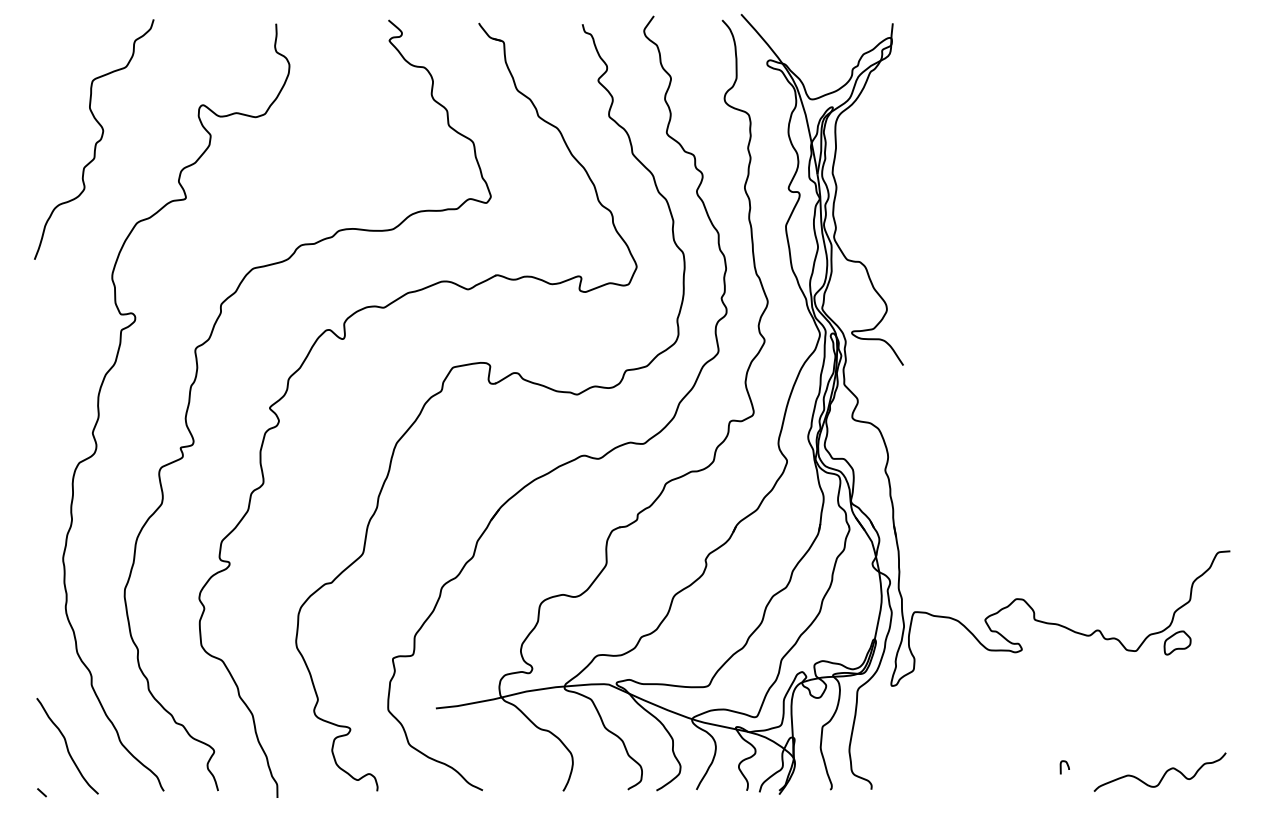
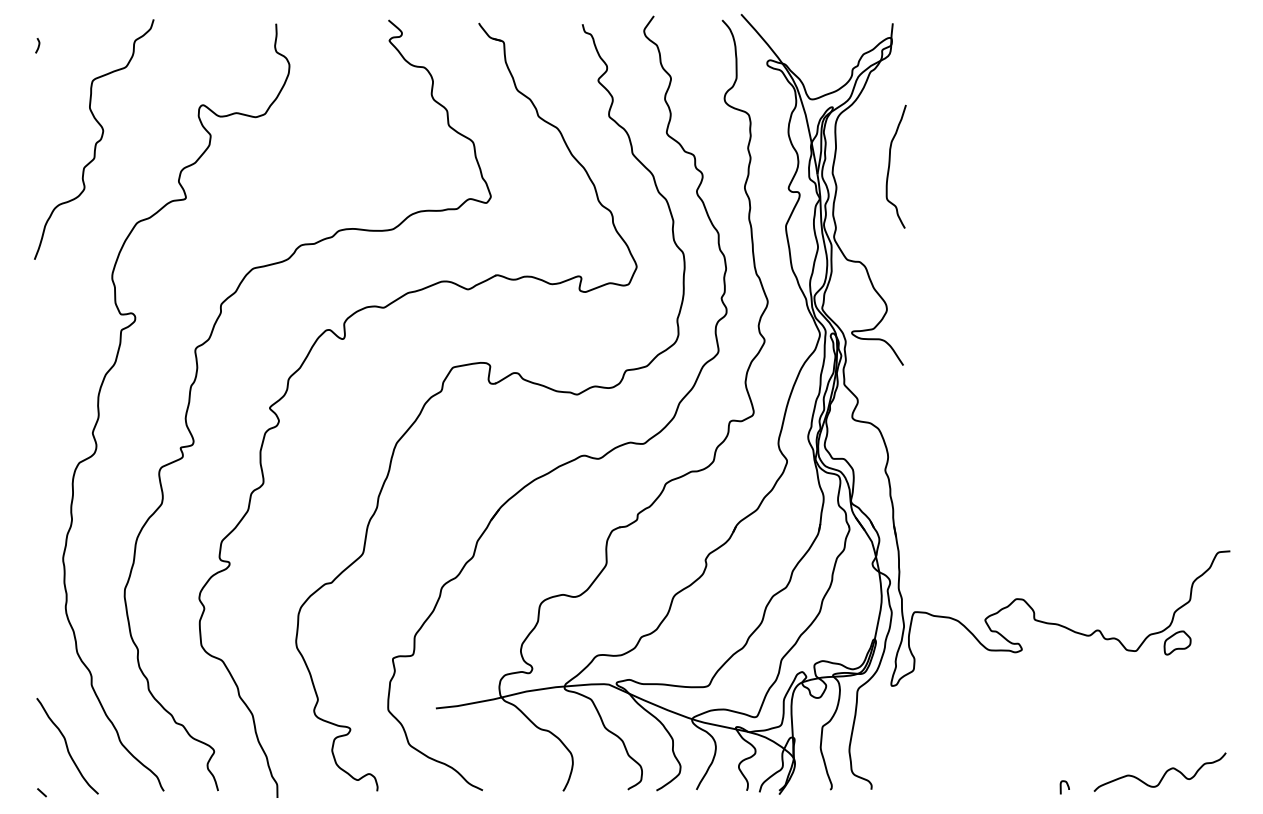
curve at (38, 45): none -> present
curve at (890, 165): none -> present
curve at (1061, 767) position: (1061, 767) -> (1061, 787)
